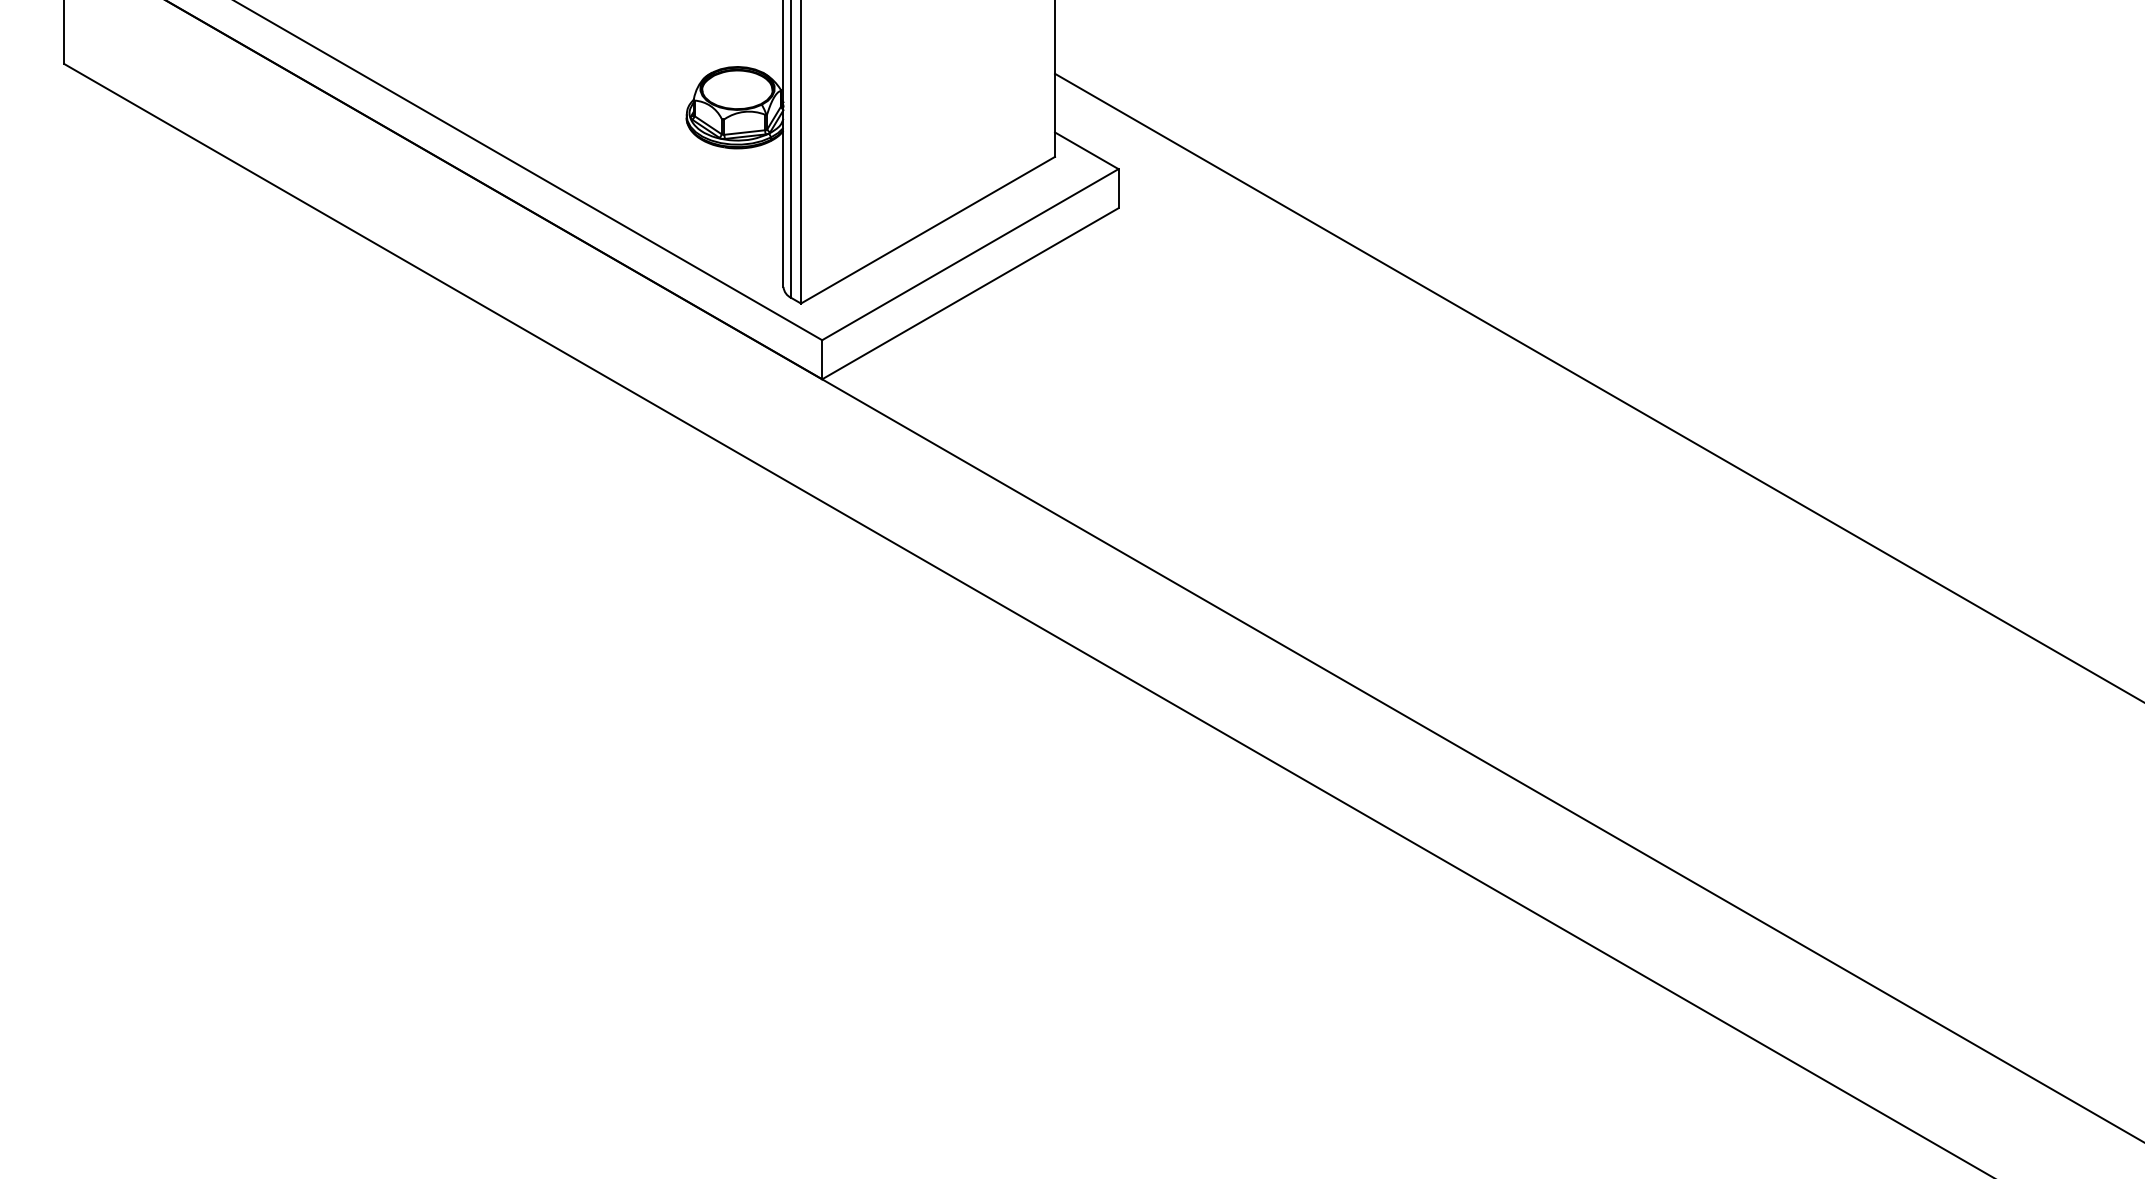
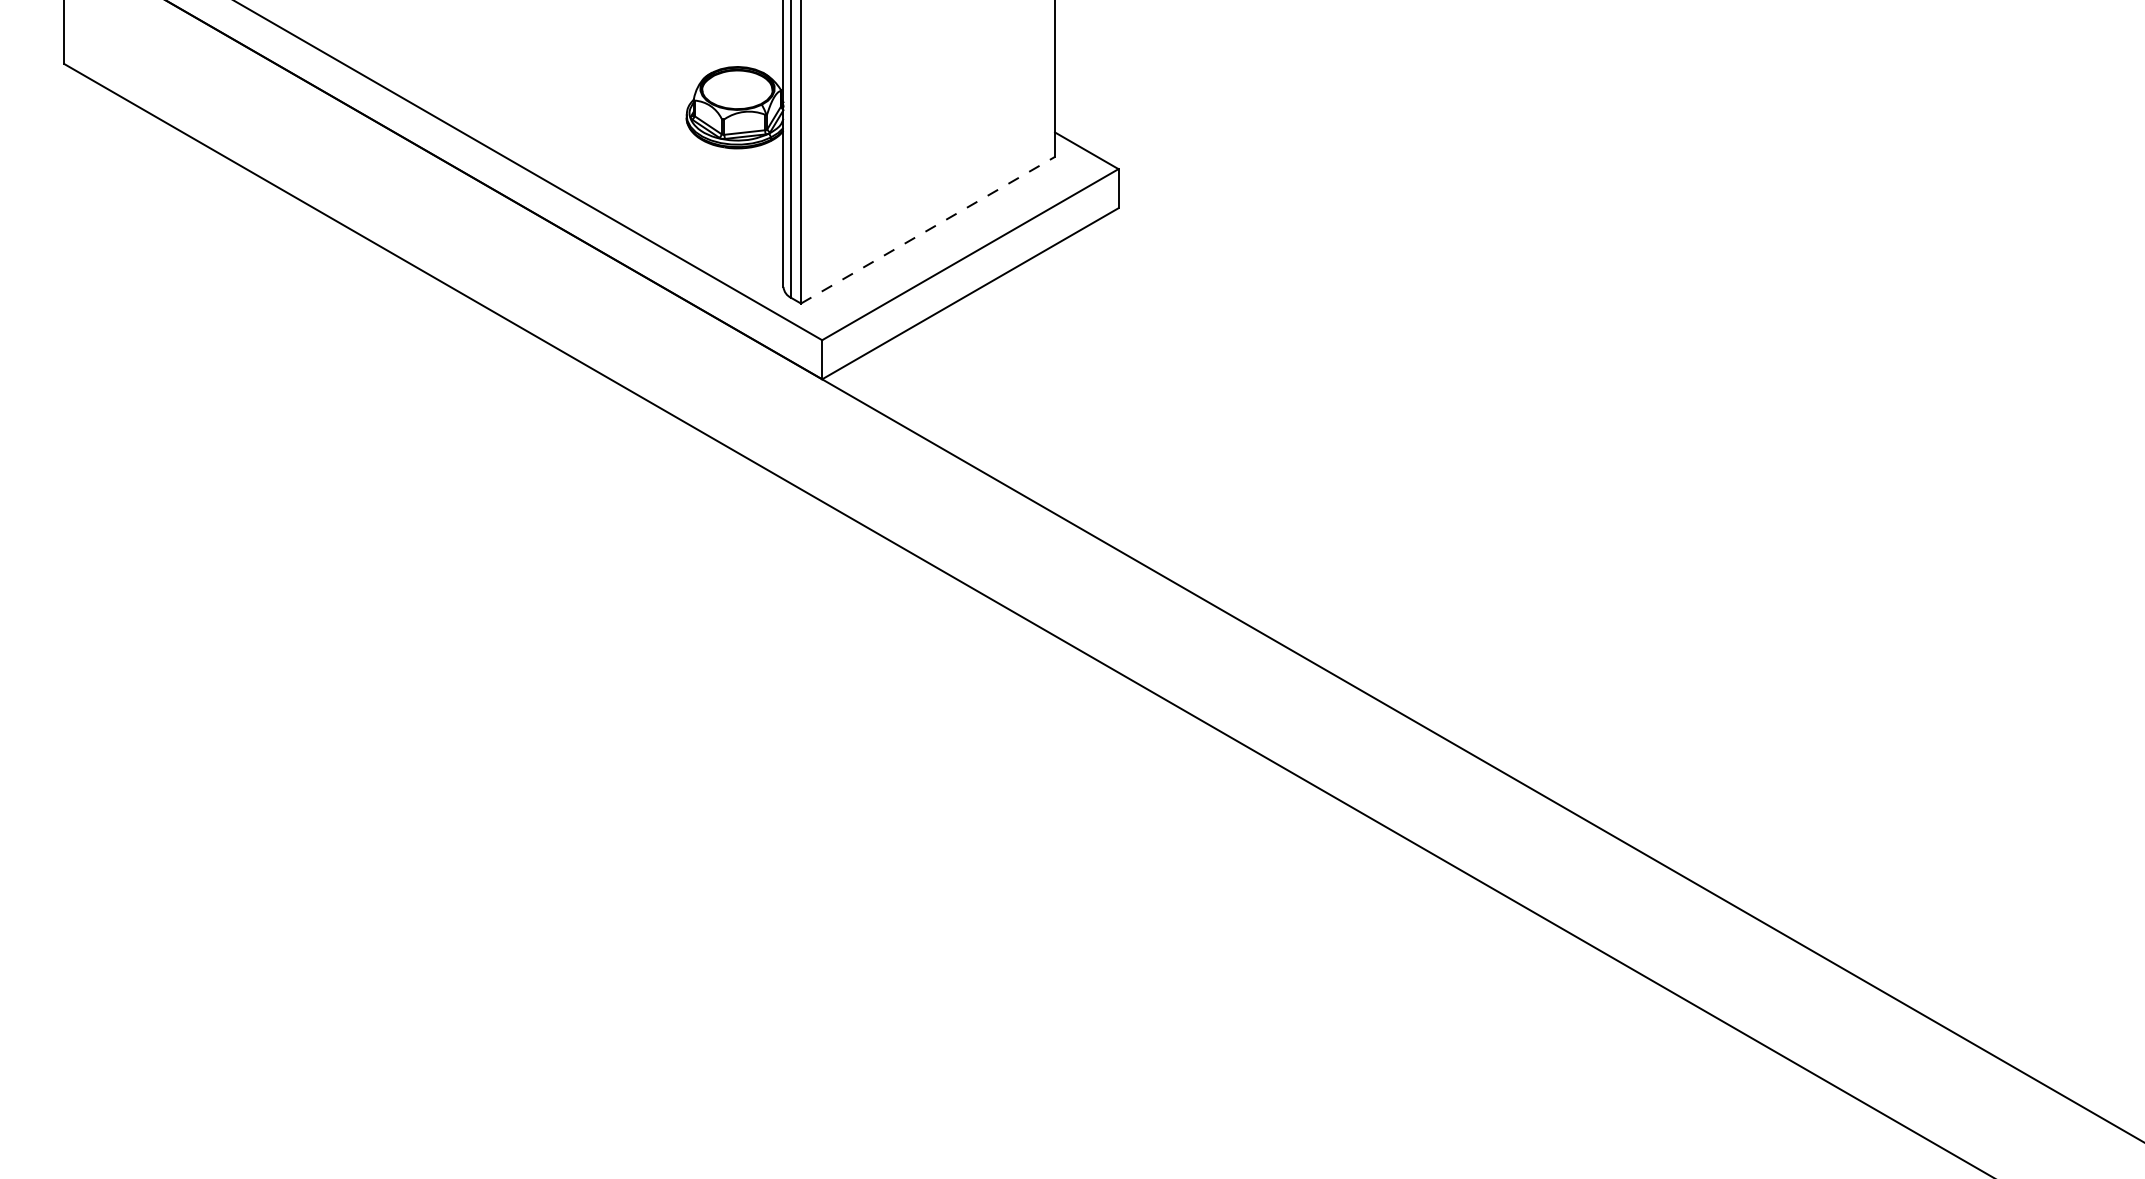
line at (928, 230): solid -> dashed
line at (1598, 386): present -> none
